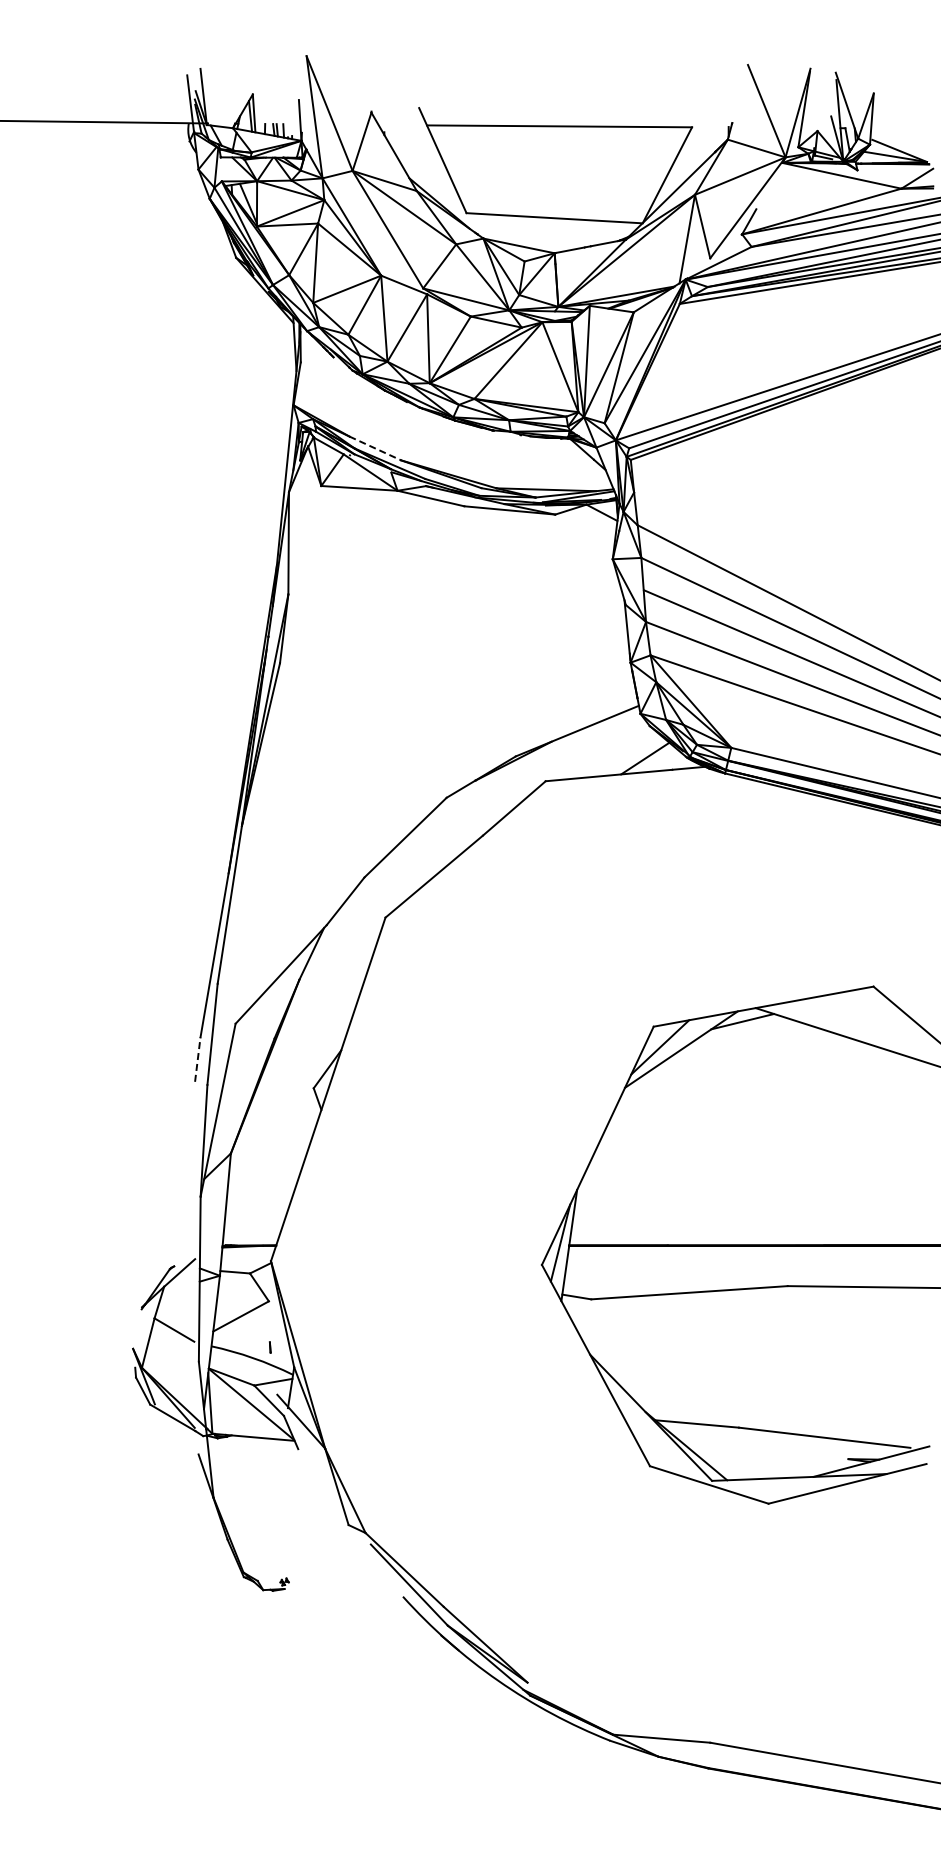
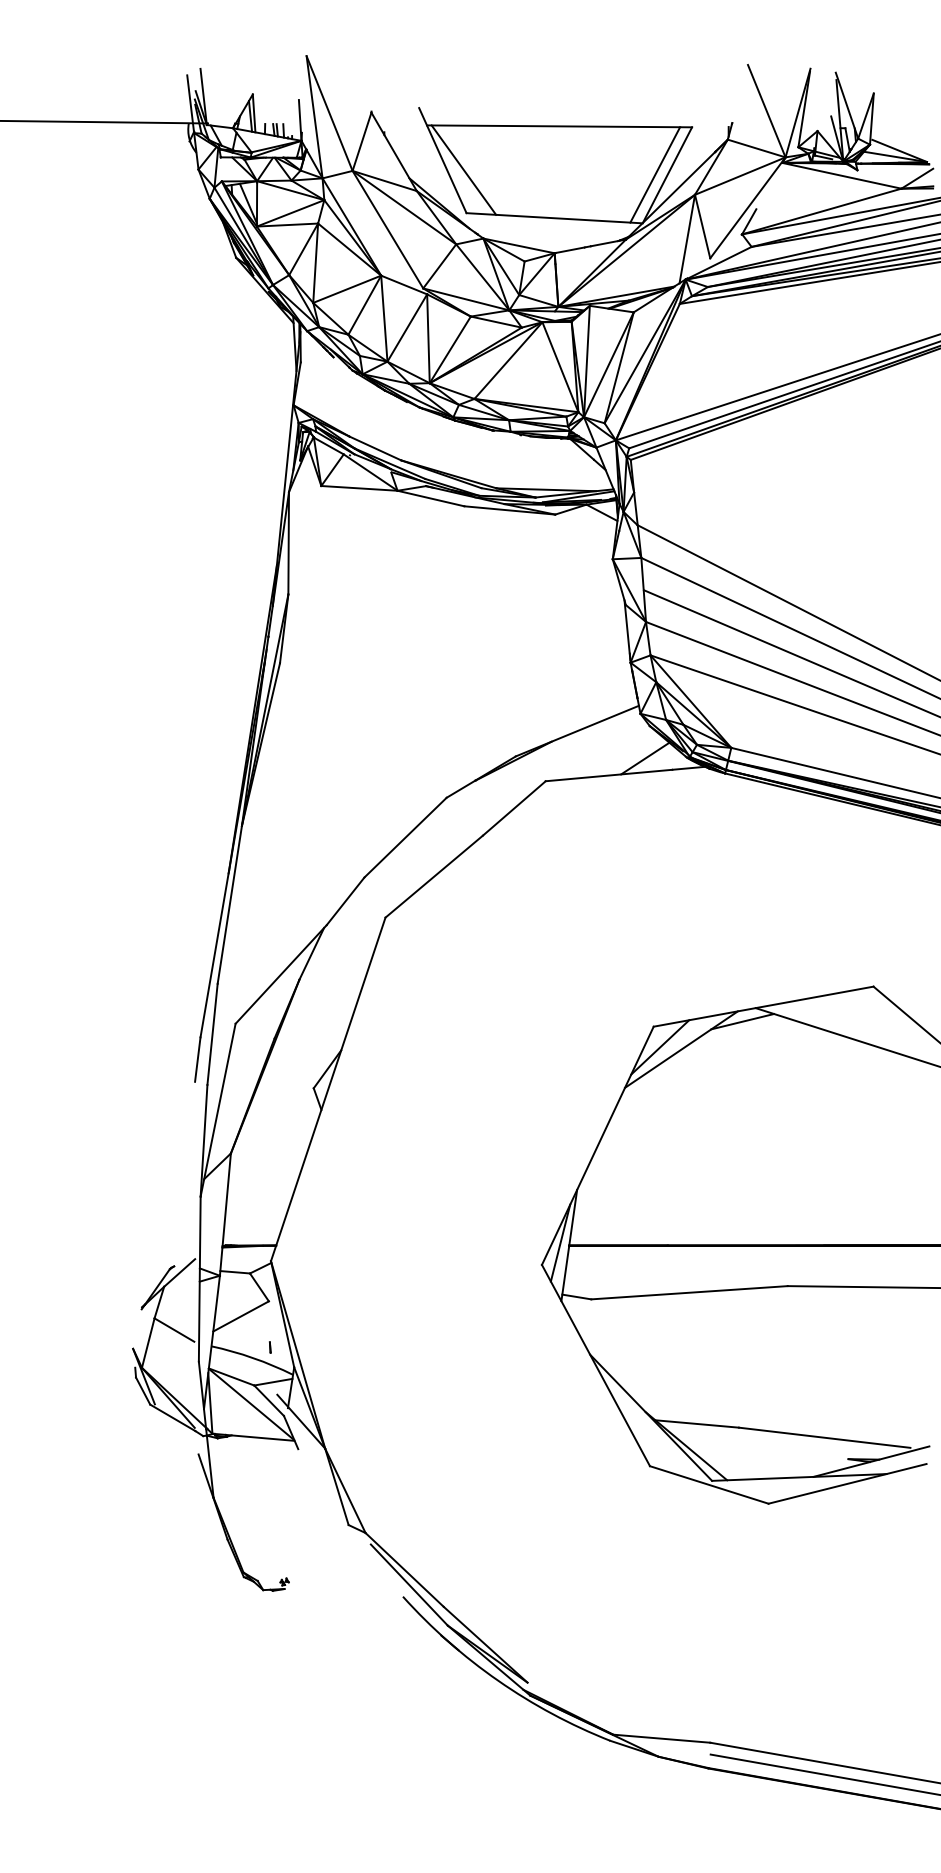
line at (463, 169): none -> present
line at (655, 174): none -> present
line at (375, 448): dashed -> solid
line at (197, 1059): dashed -> solid
line at (823, 1774): none -> present
